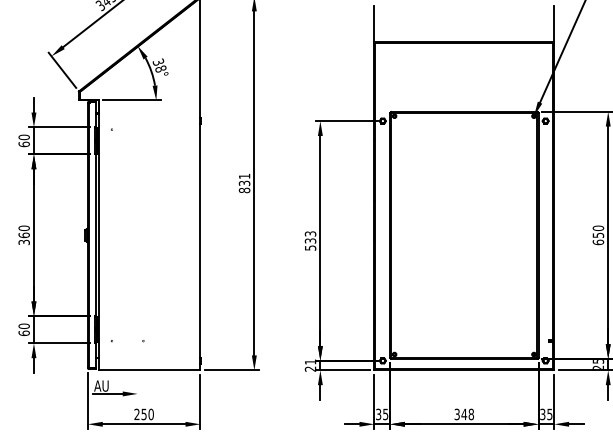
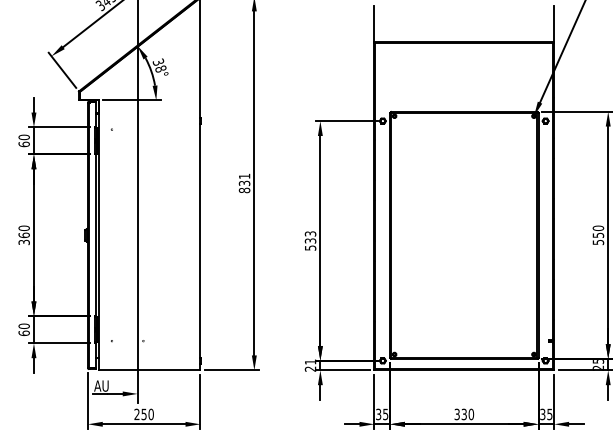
line at (137, 202): none -> present
text at (598, 242): 650 -> 550
text at (467, 414): 348 -> 330
